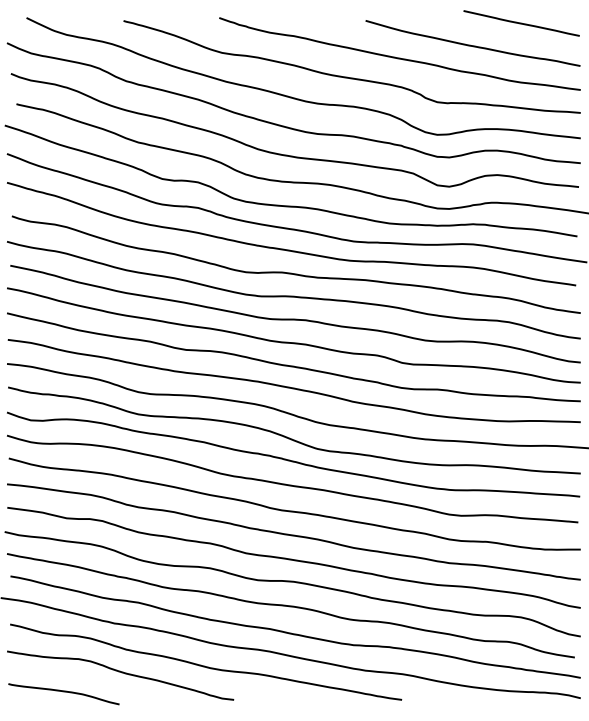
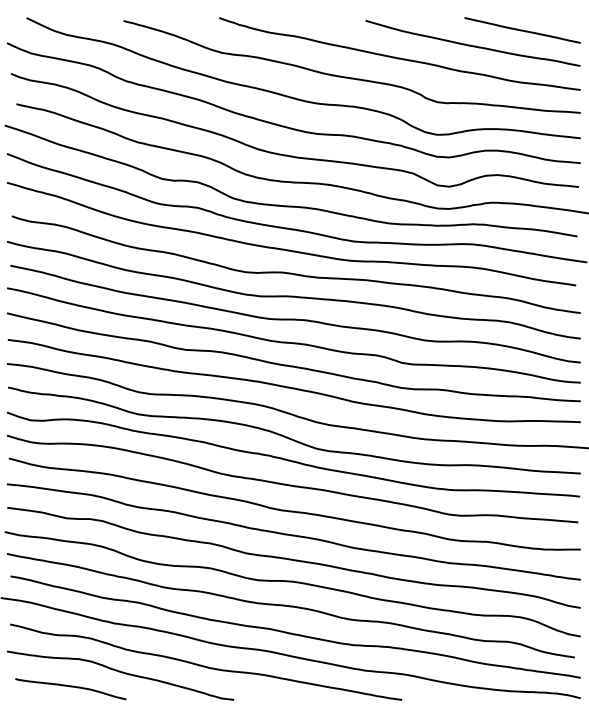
line at (521, 23) position: (521, 23) -> (522, 30)
curve at (63, 692) position: (63, 692) -> (70, 687)
